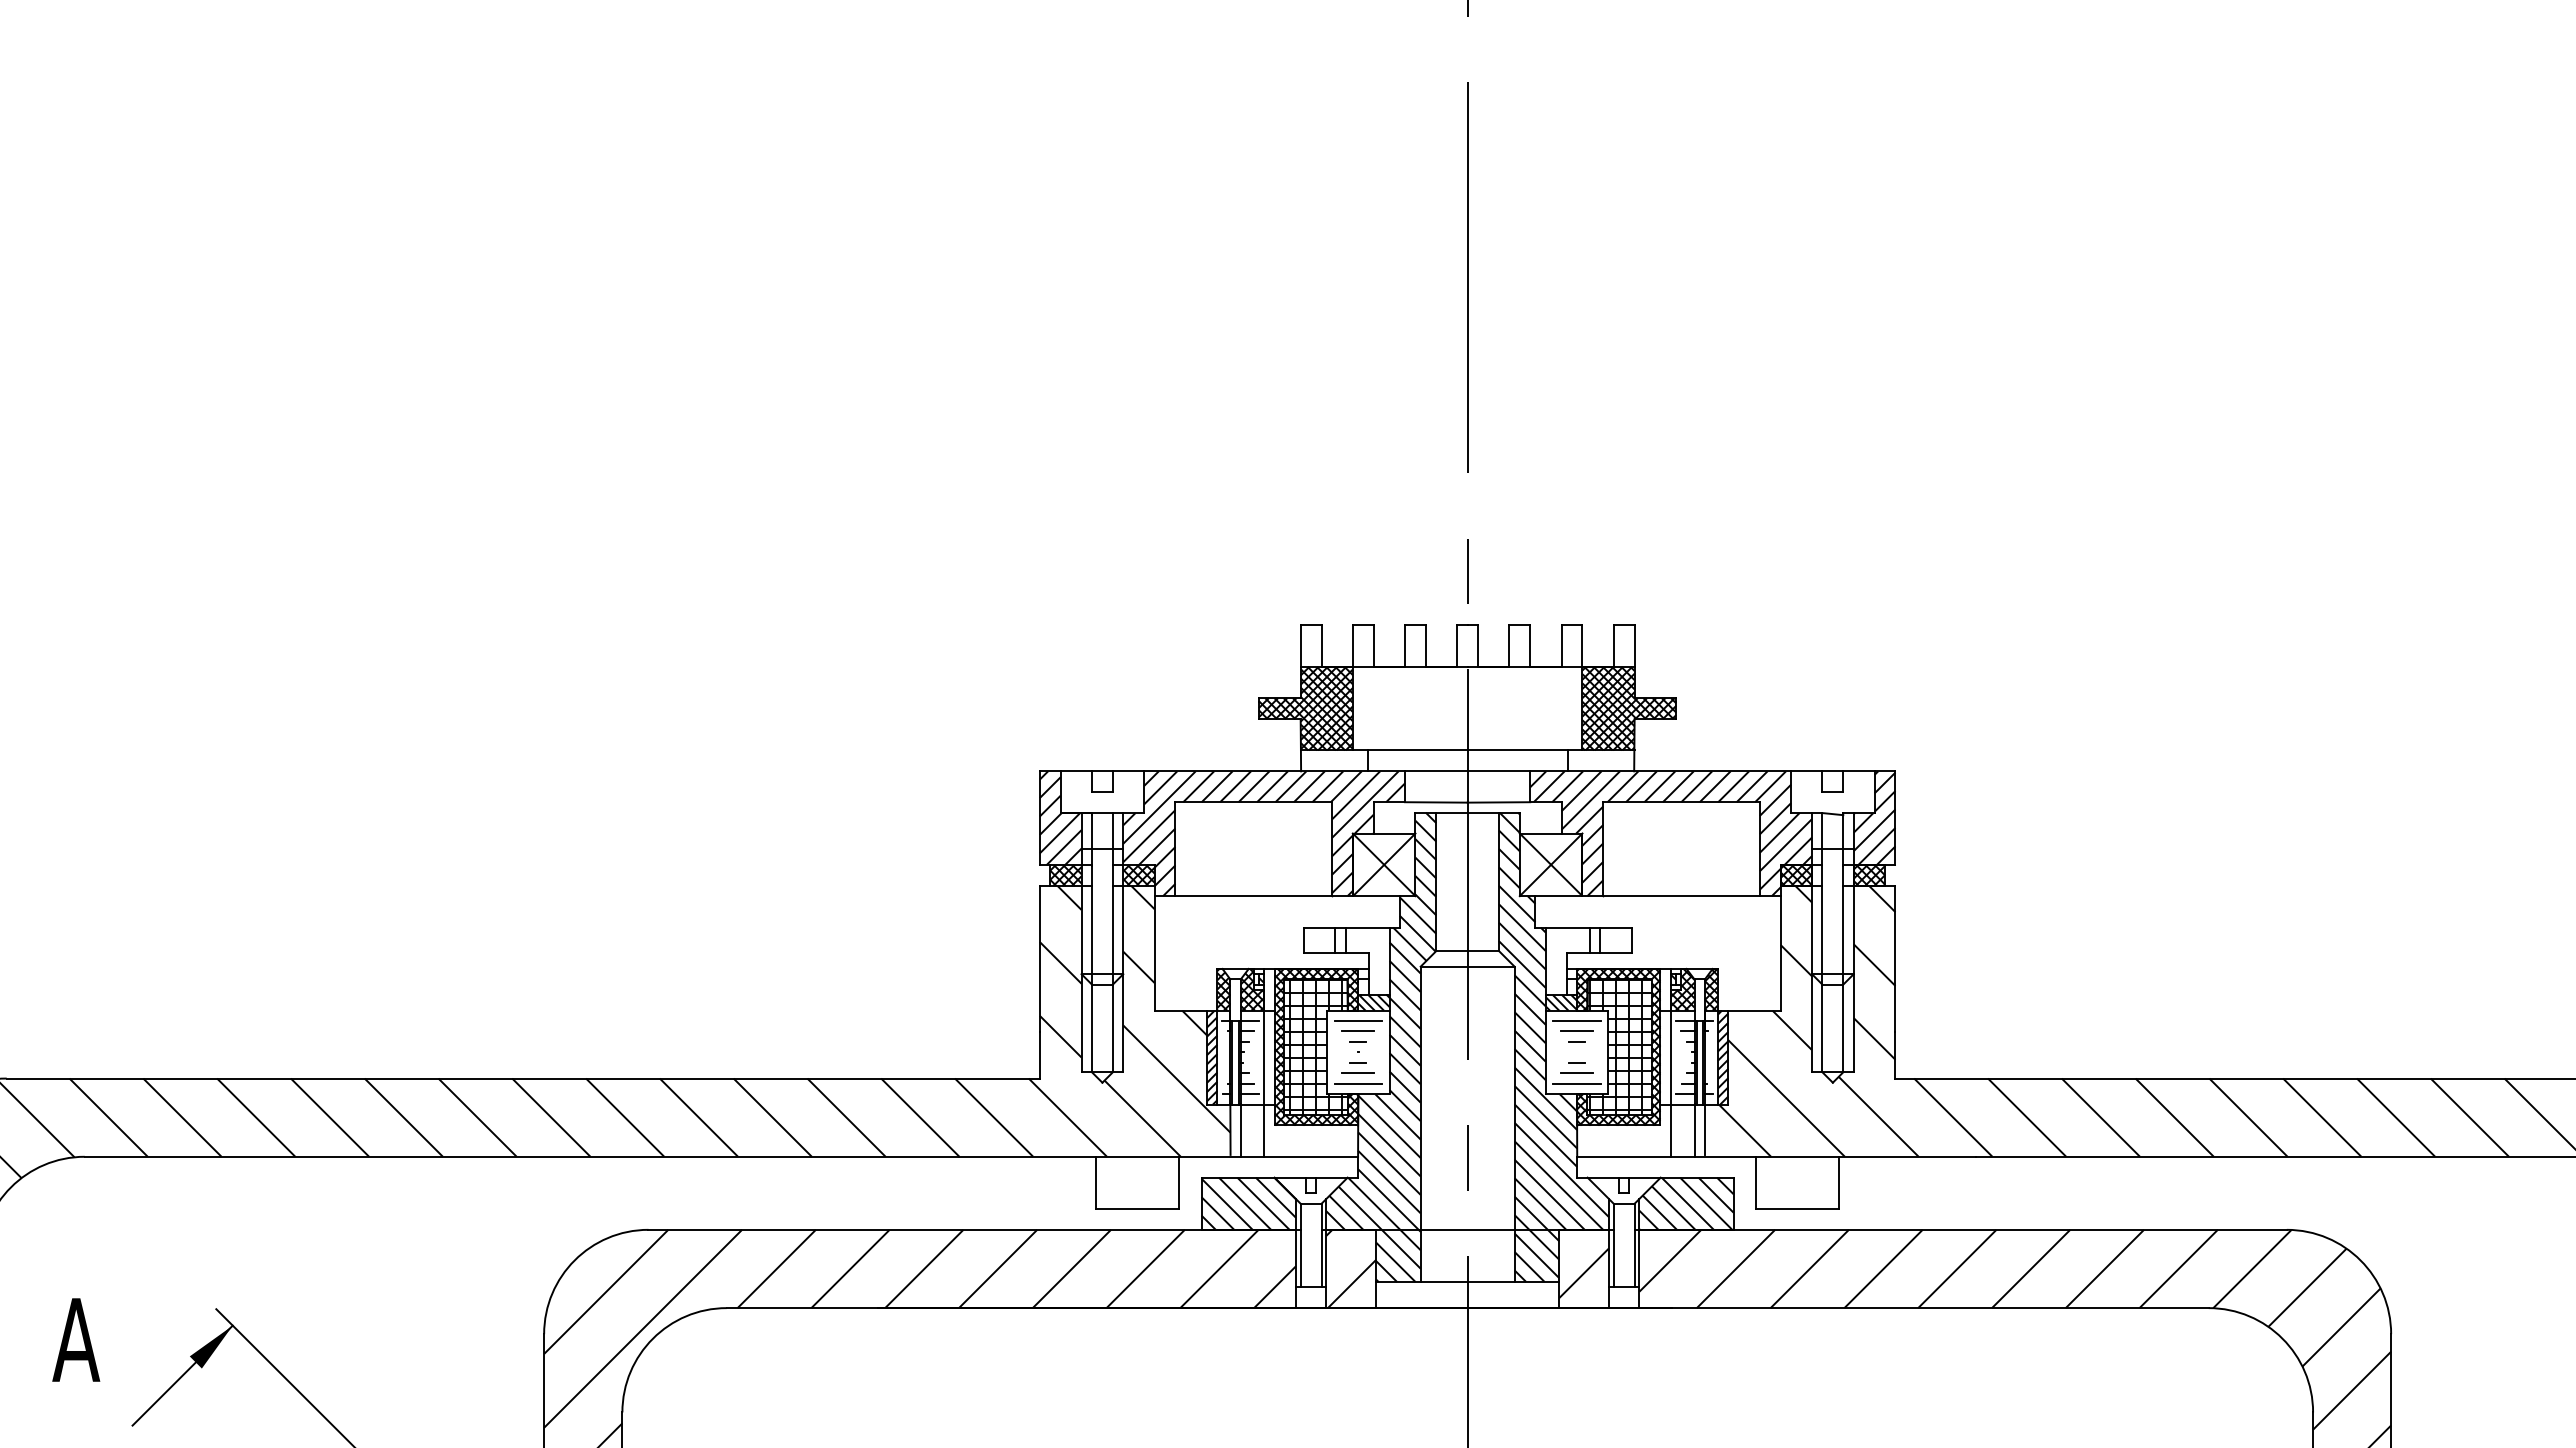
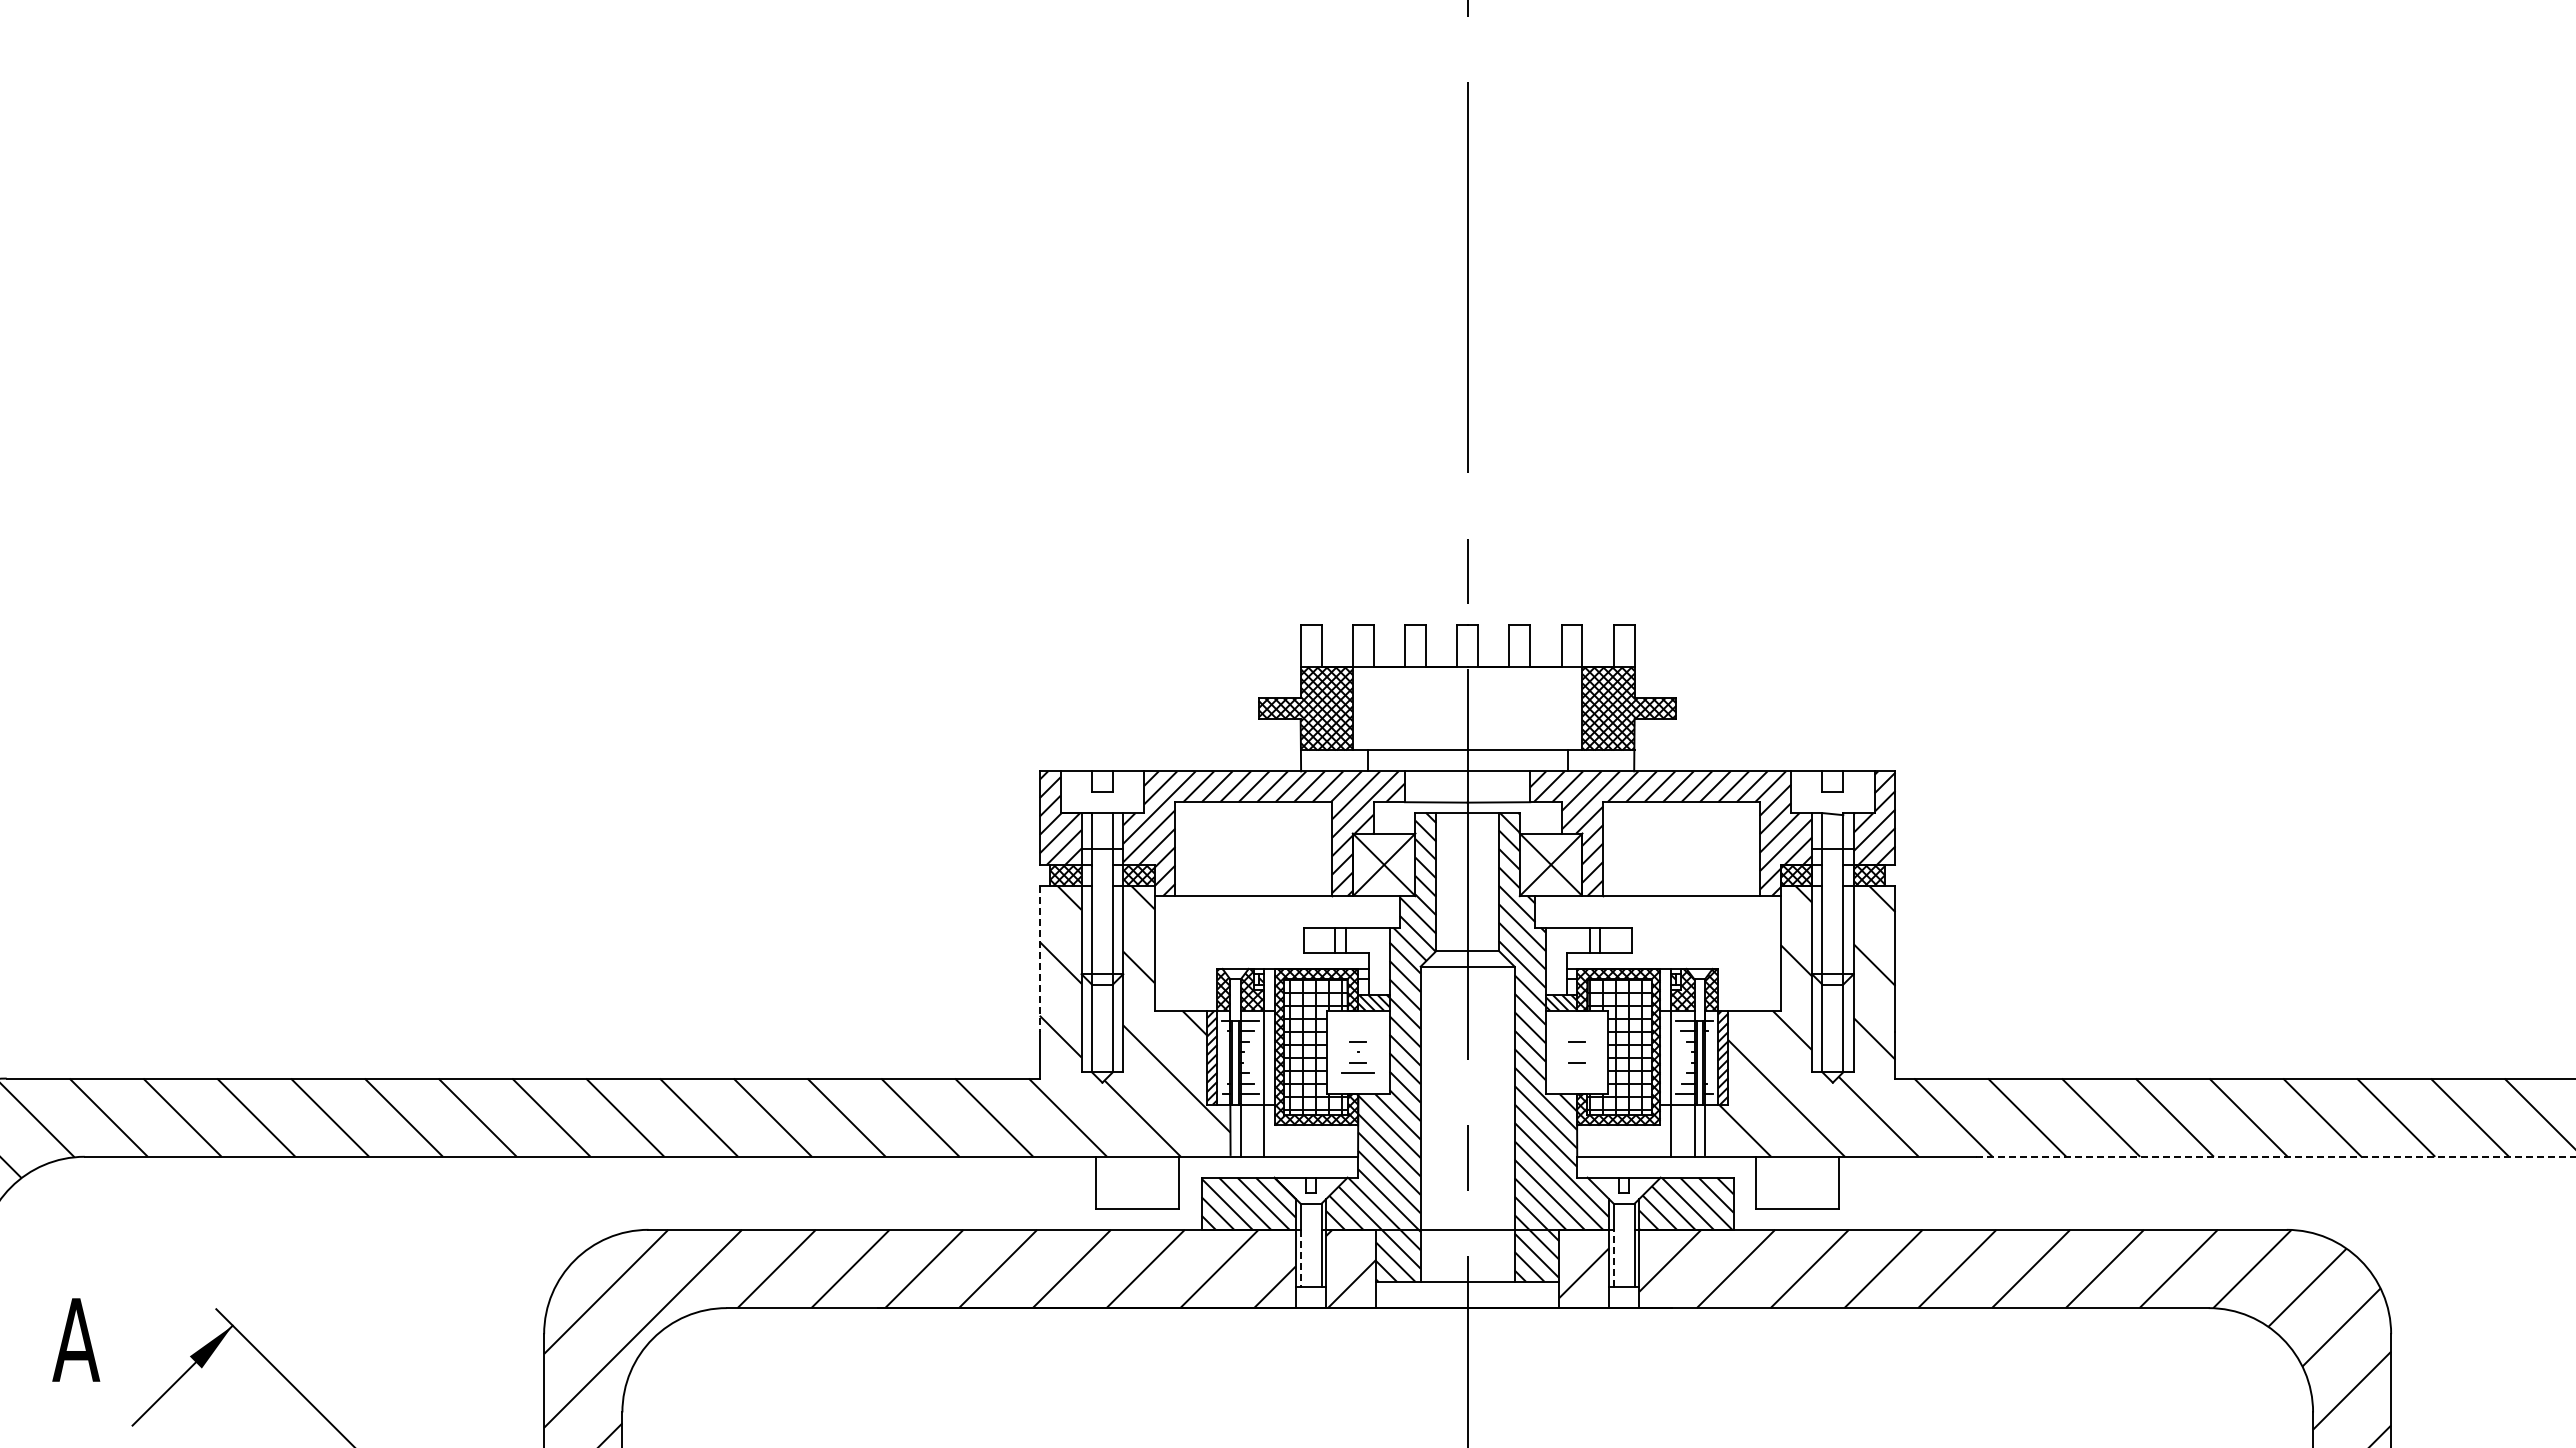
line at (1039, 958): solid -> dashed
line at (1358, 1020): present -> none
line at (1576, 1020): present -> none
line at (1357, 1030): present -> none
line at (1577, 1031): present -> none
line at (1576, 1072): present -> none
line at (1358, 1083): present -> none
line at (1576, 1083): present -> none
line at (2276, 1156): solid -> dashed
line at (1300, 1258): solid -> dashed
line at (1613, 1258): solid -> dashed
